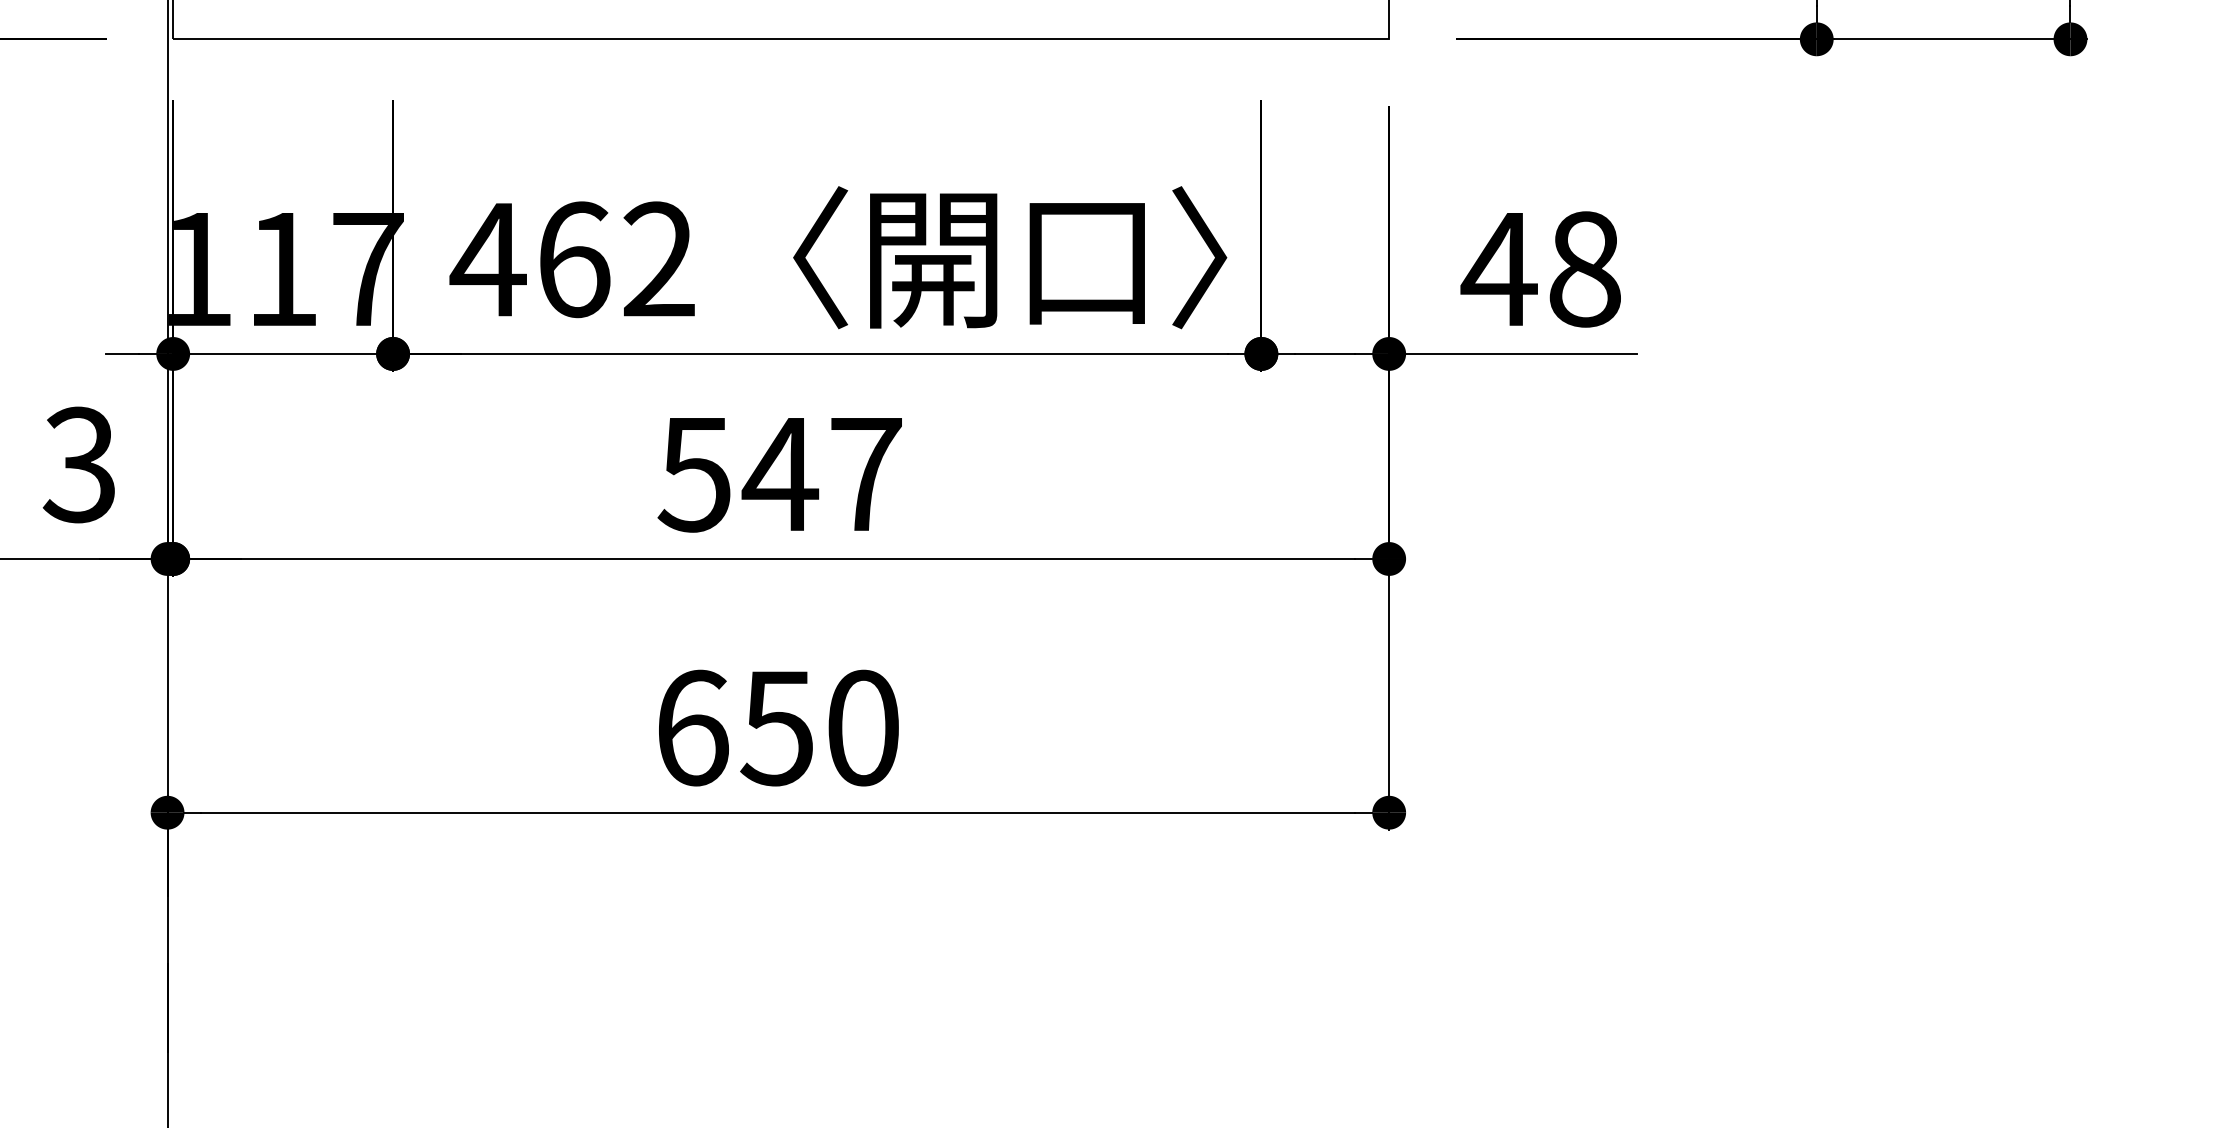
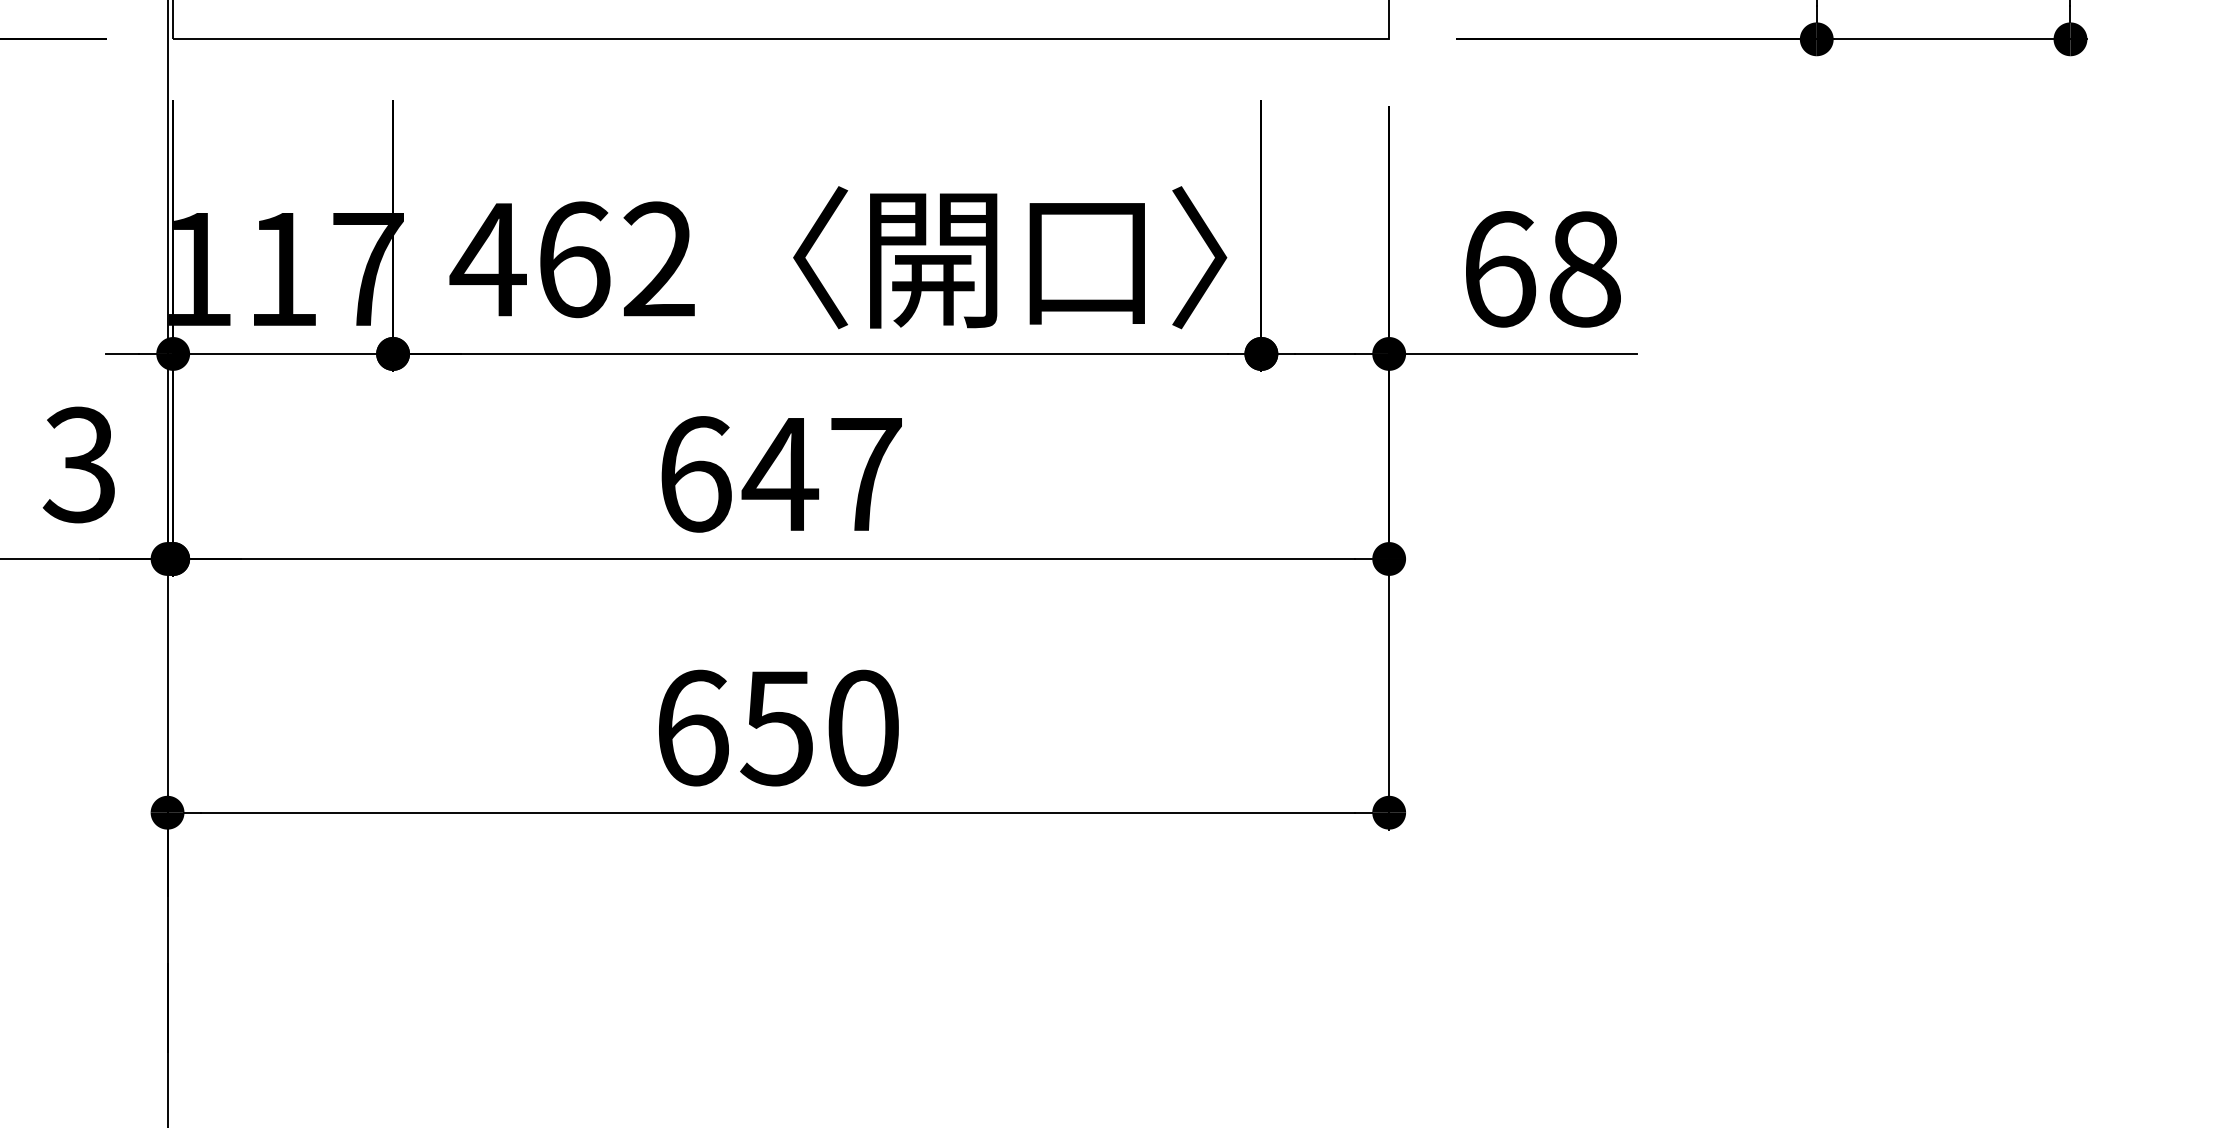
text at (1498, 269): 48 -> 68
text at (694, 474): 547 -> 647
